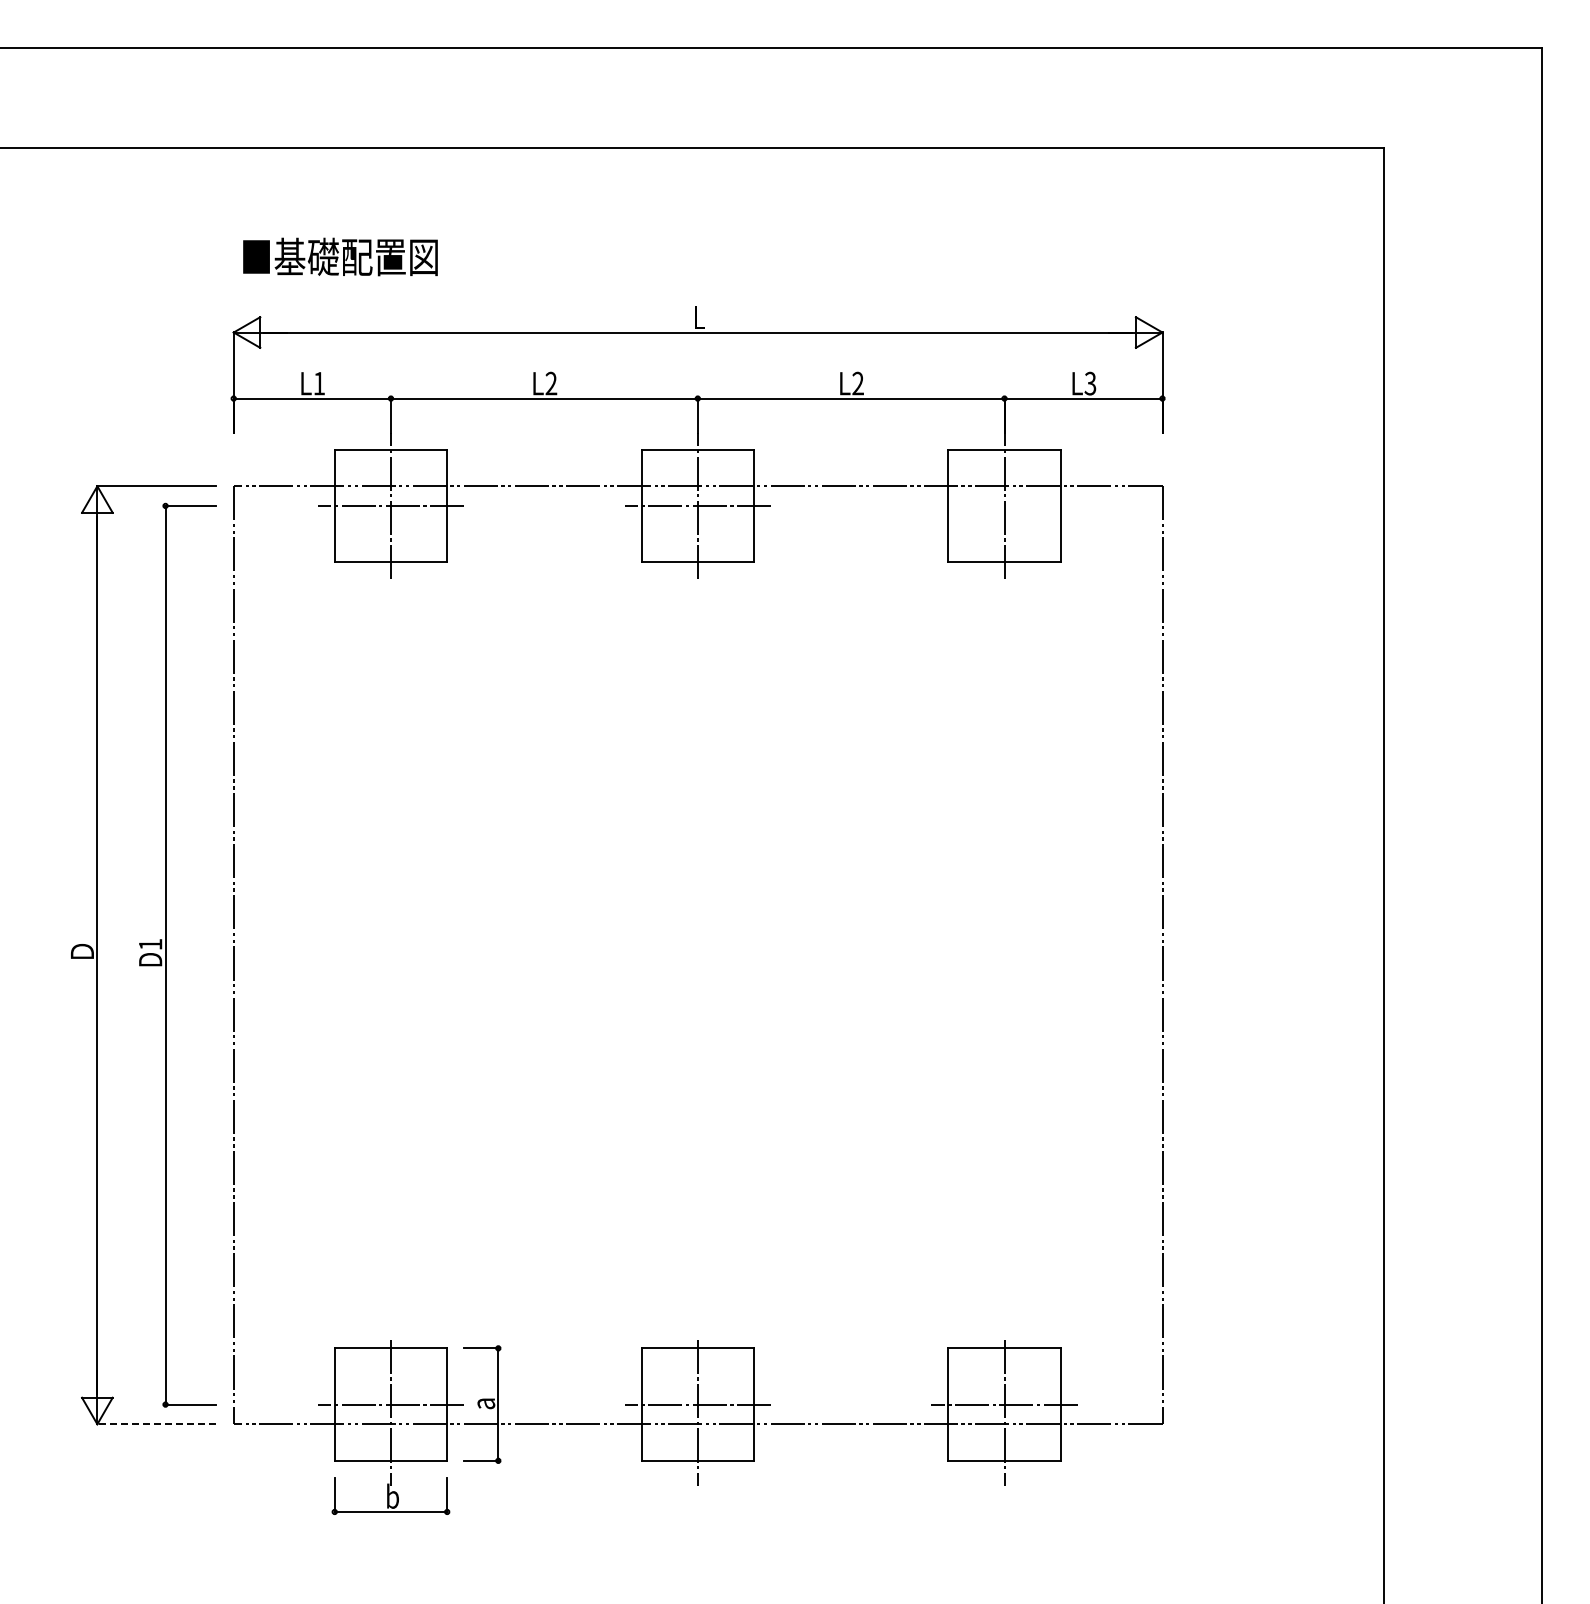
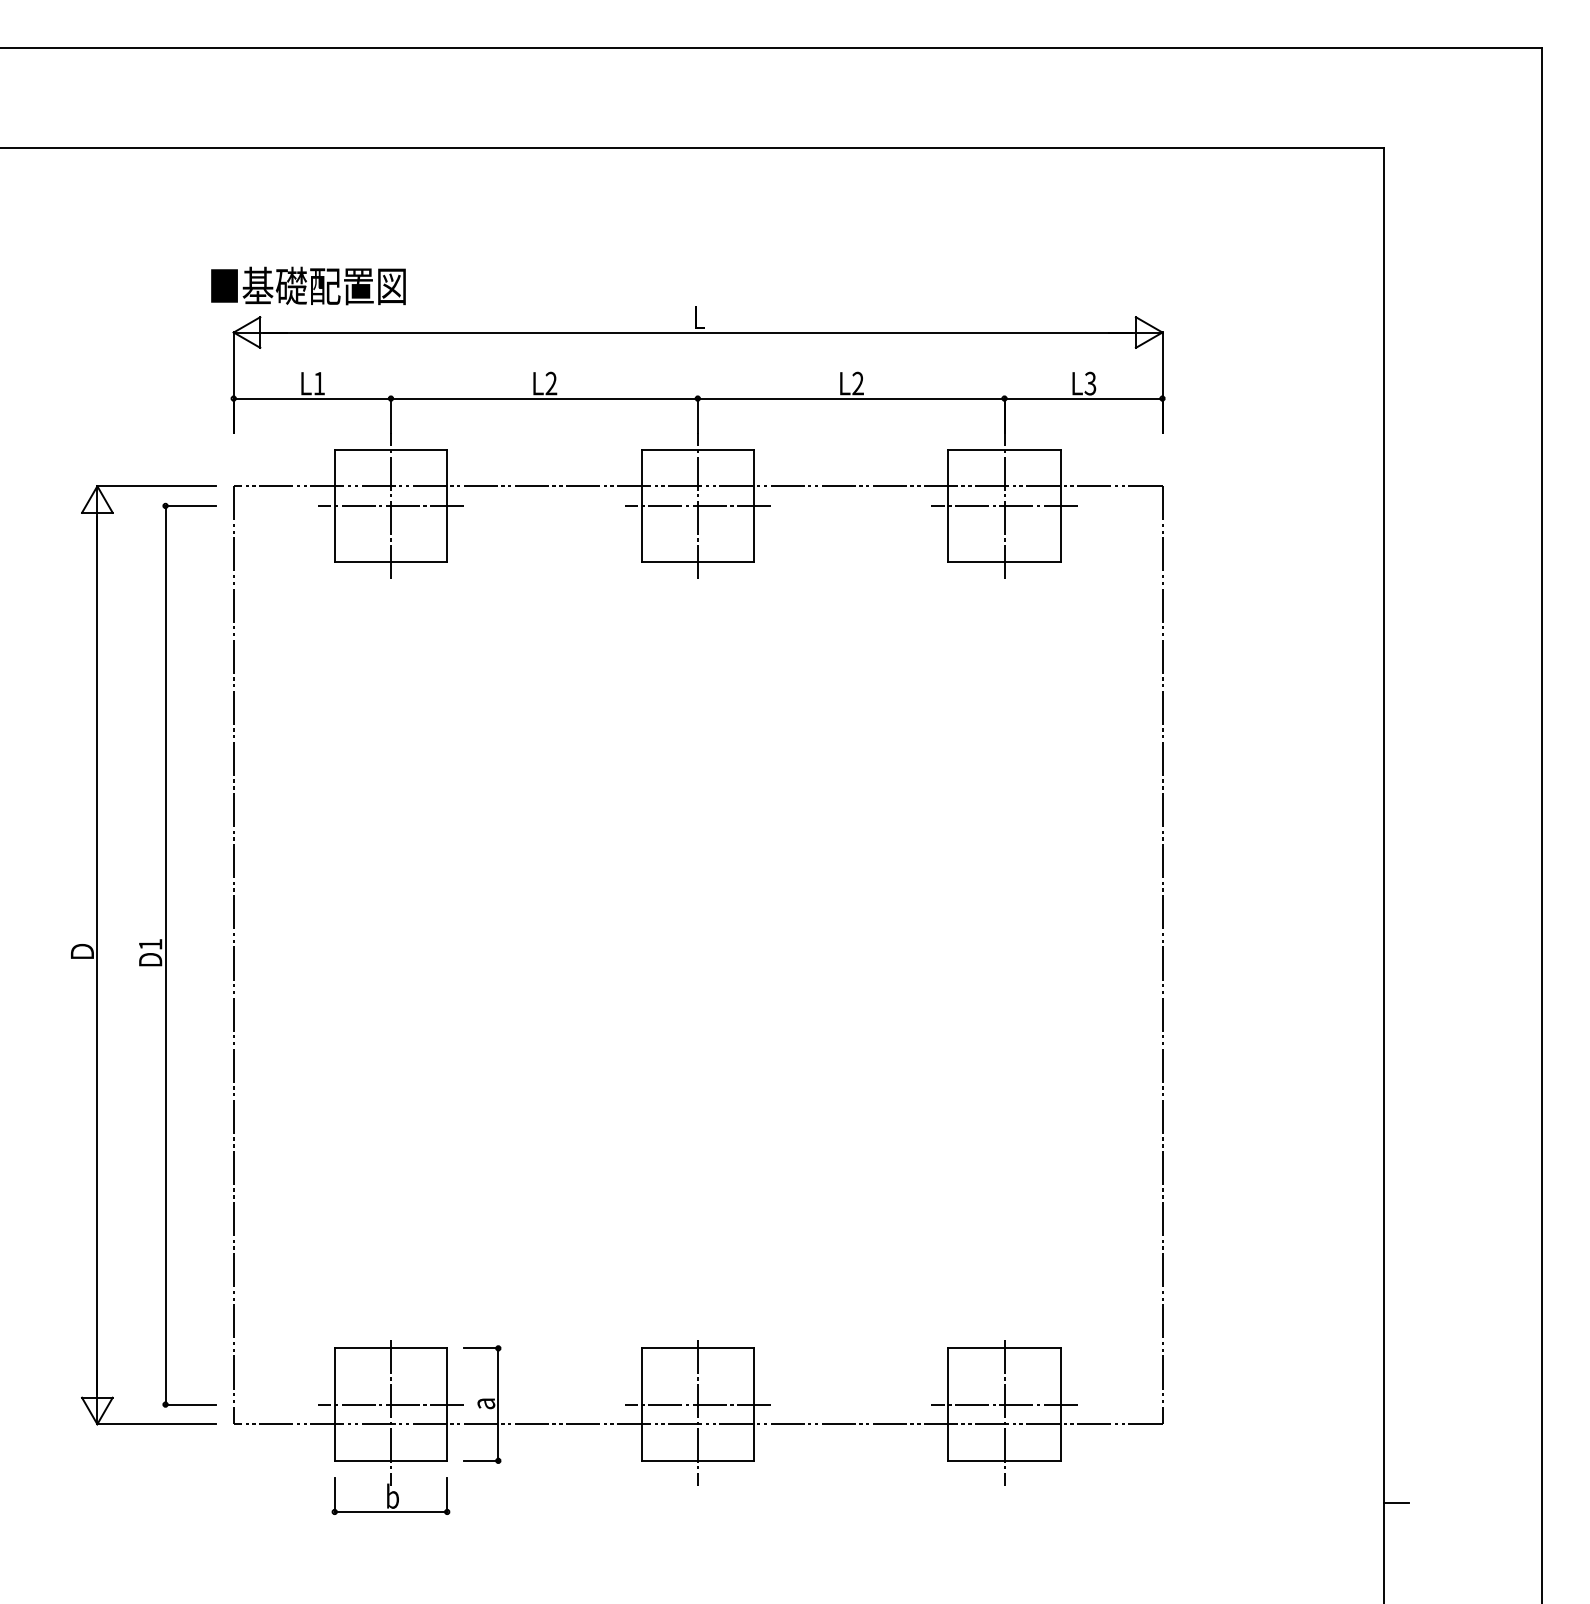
text at (340, 256) position: (340, 256) -> (308, 285)
line at (1004, 505): none -> present
line at (156, 1424): dashed -> solid
line at (1396, 1502): none -> present
